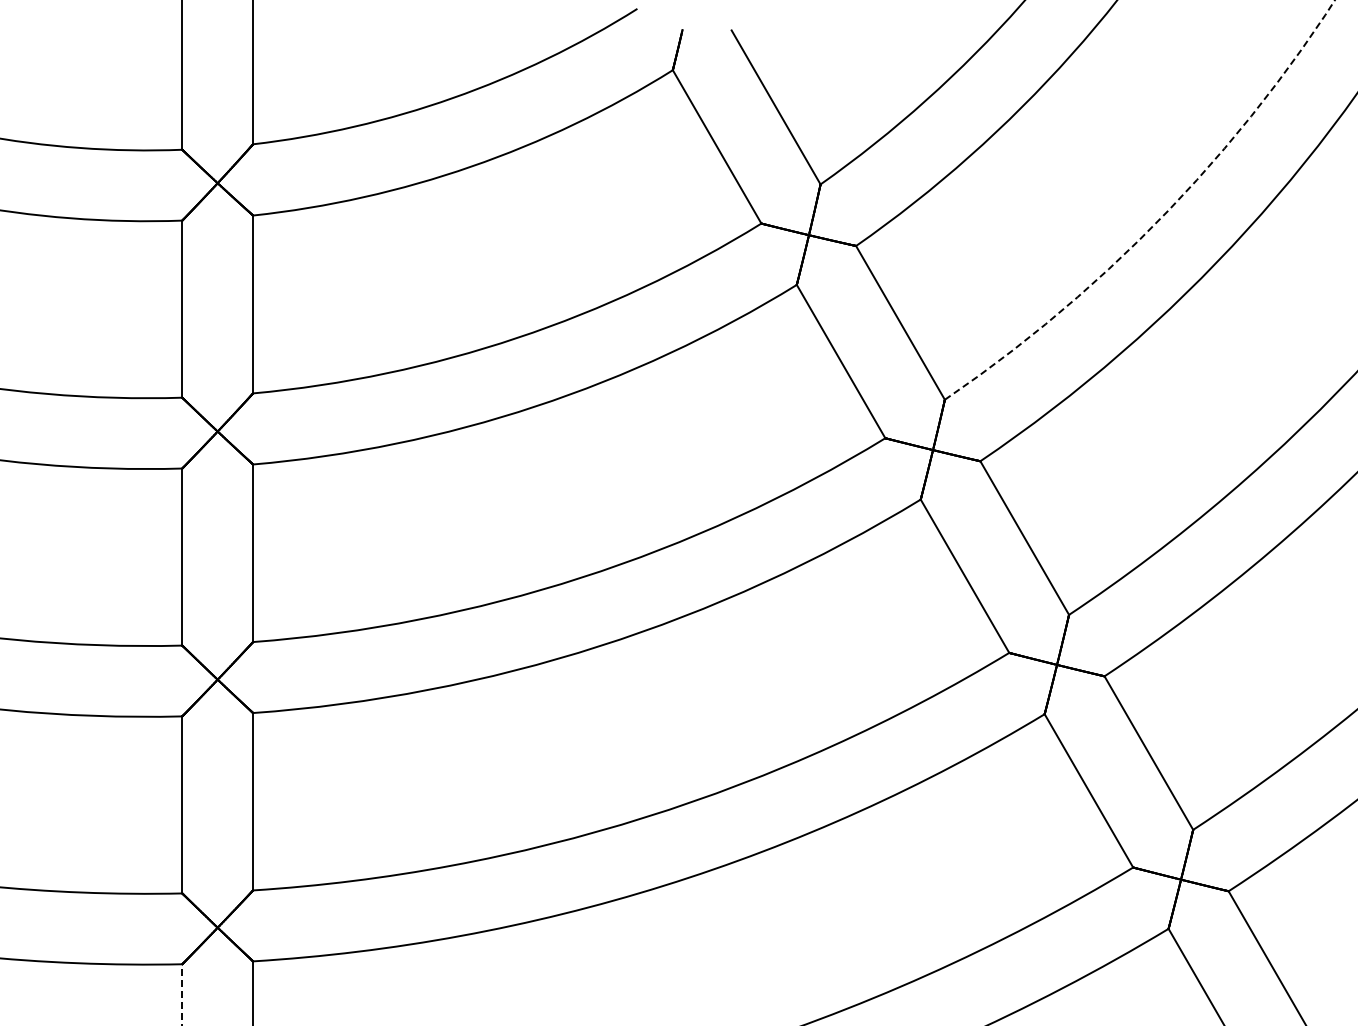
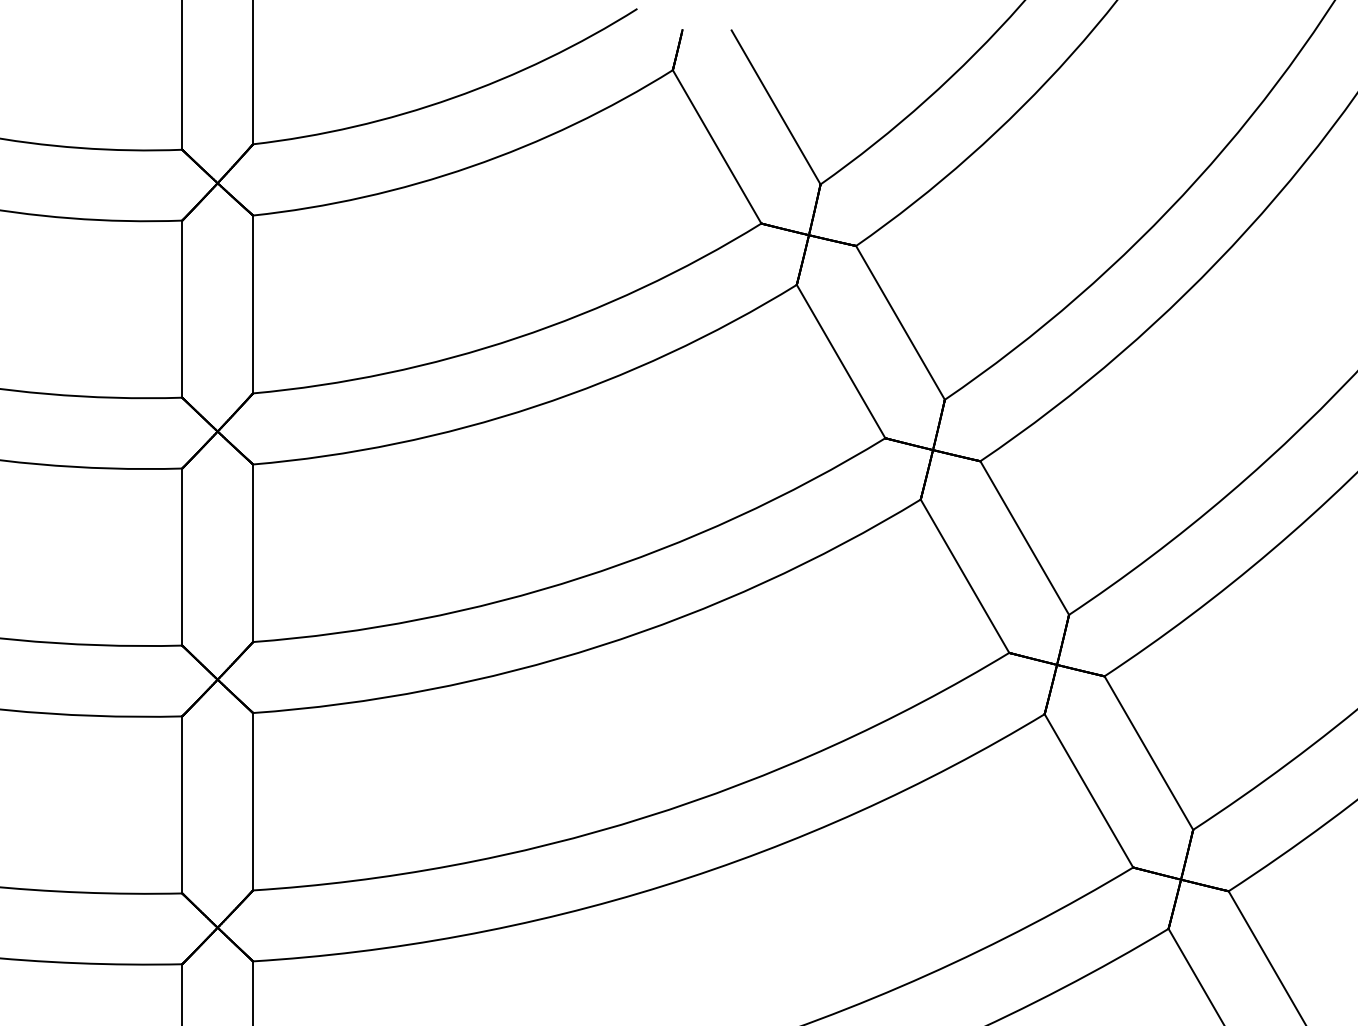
arc at (1159, 219): dashed -> solid
line at (182, 995): dashed -> solid
